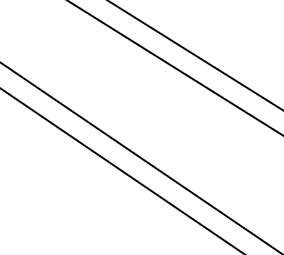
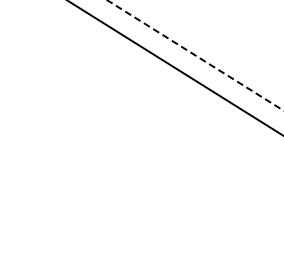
line at (195, 55): solid -> dashed
line at (140, 157): present -> none
line at (121, 170): present -> none
